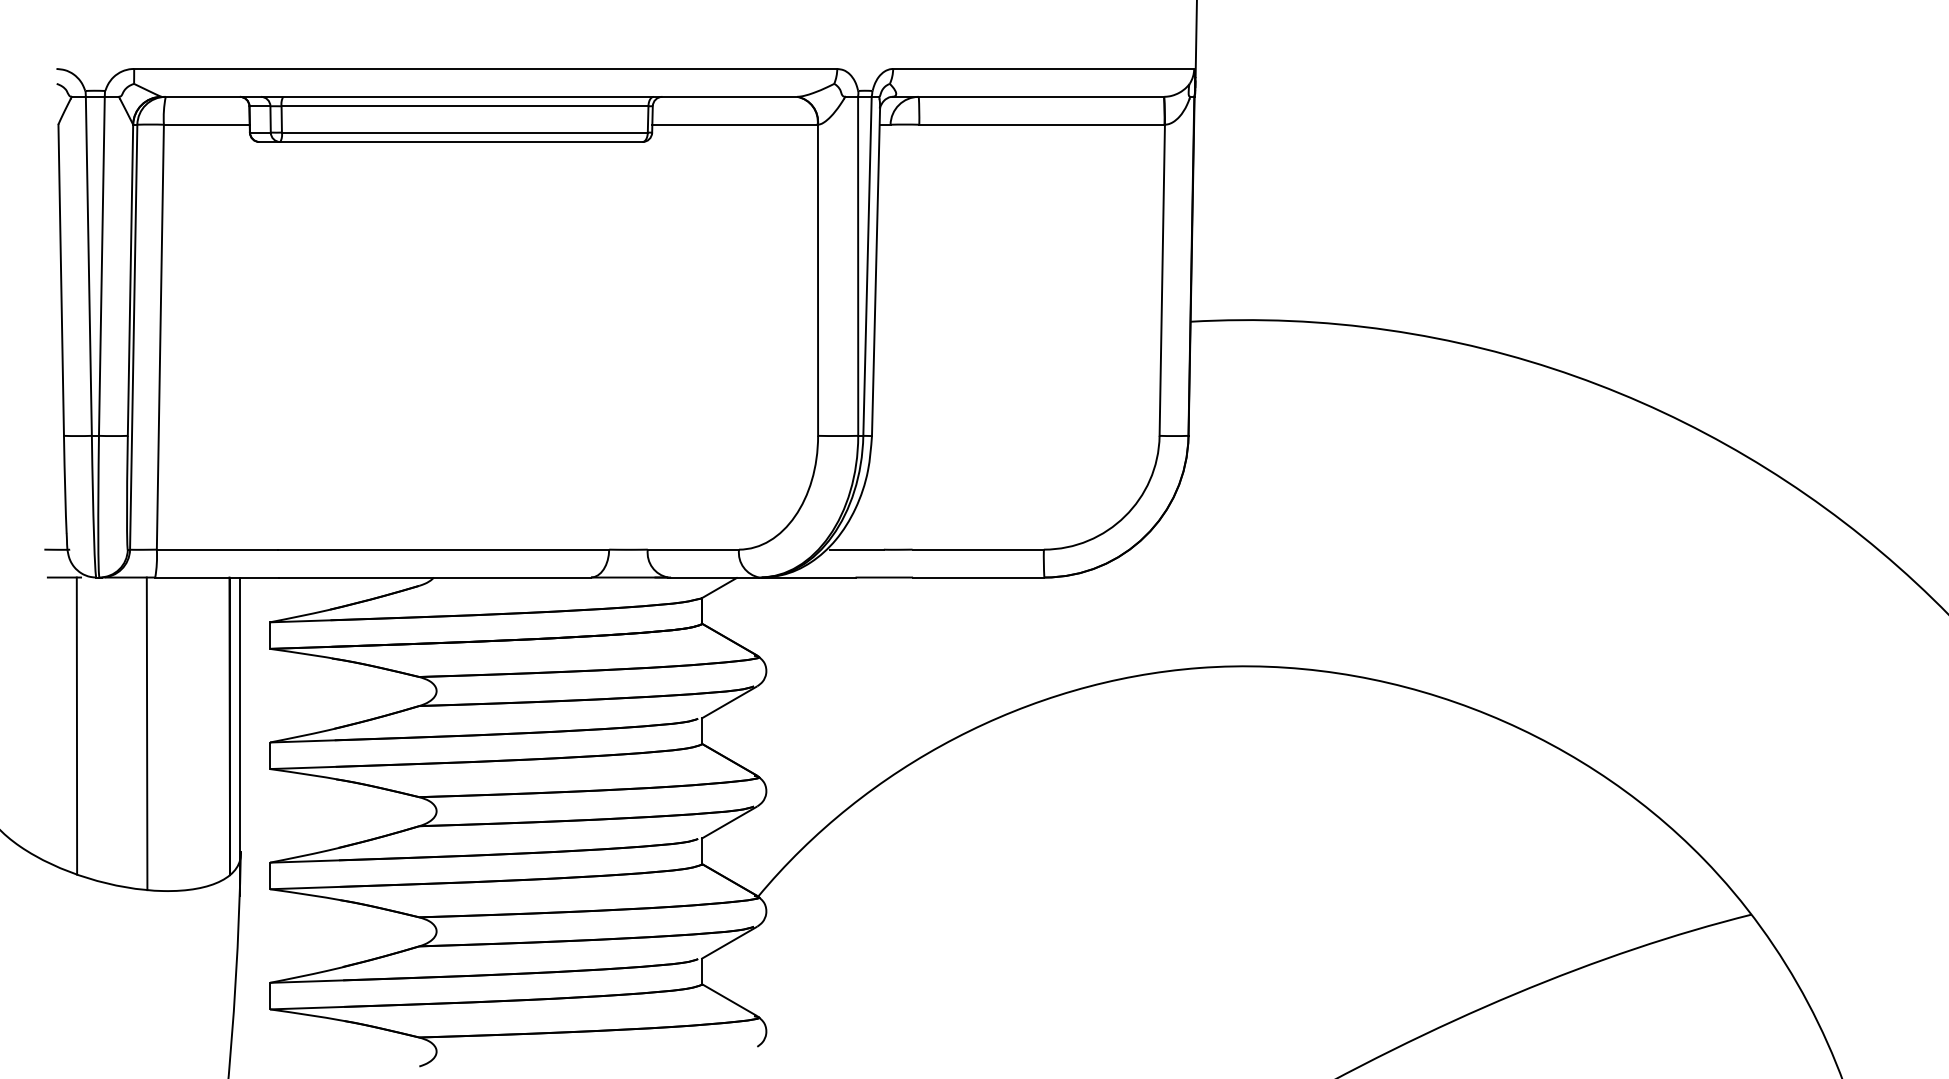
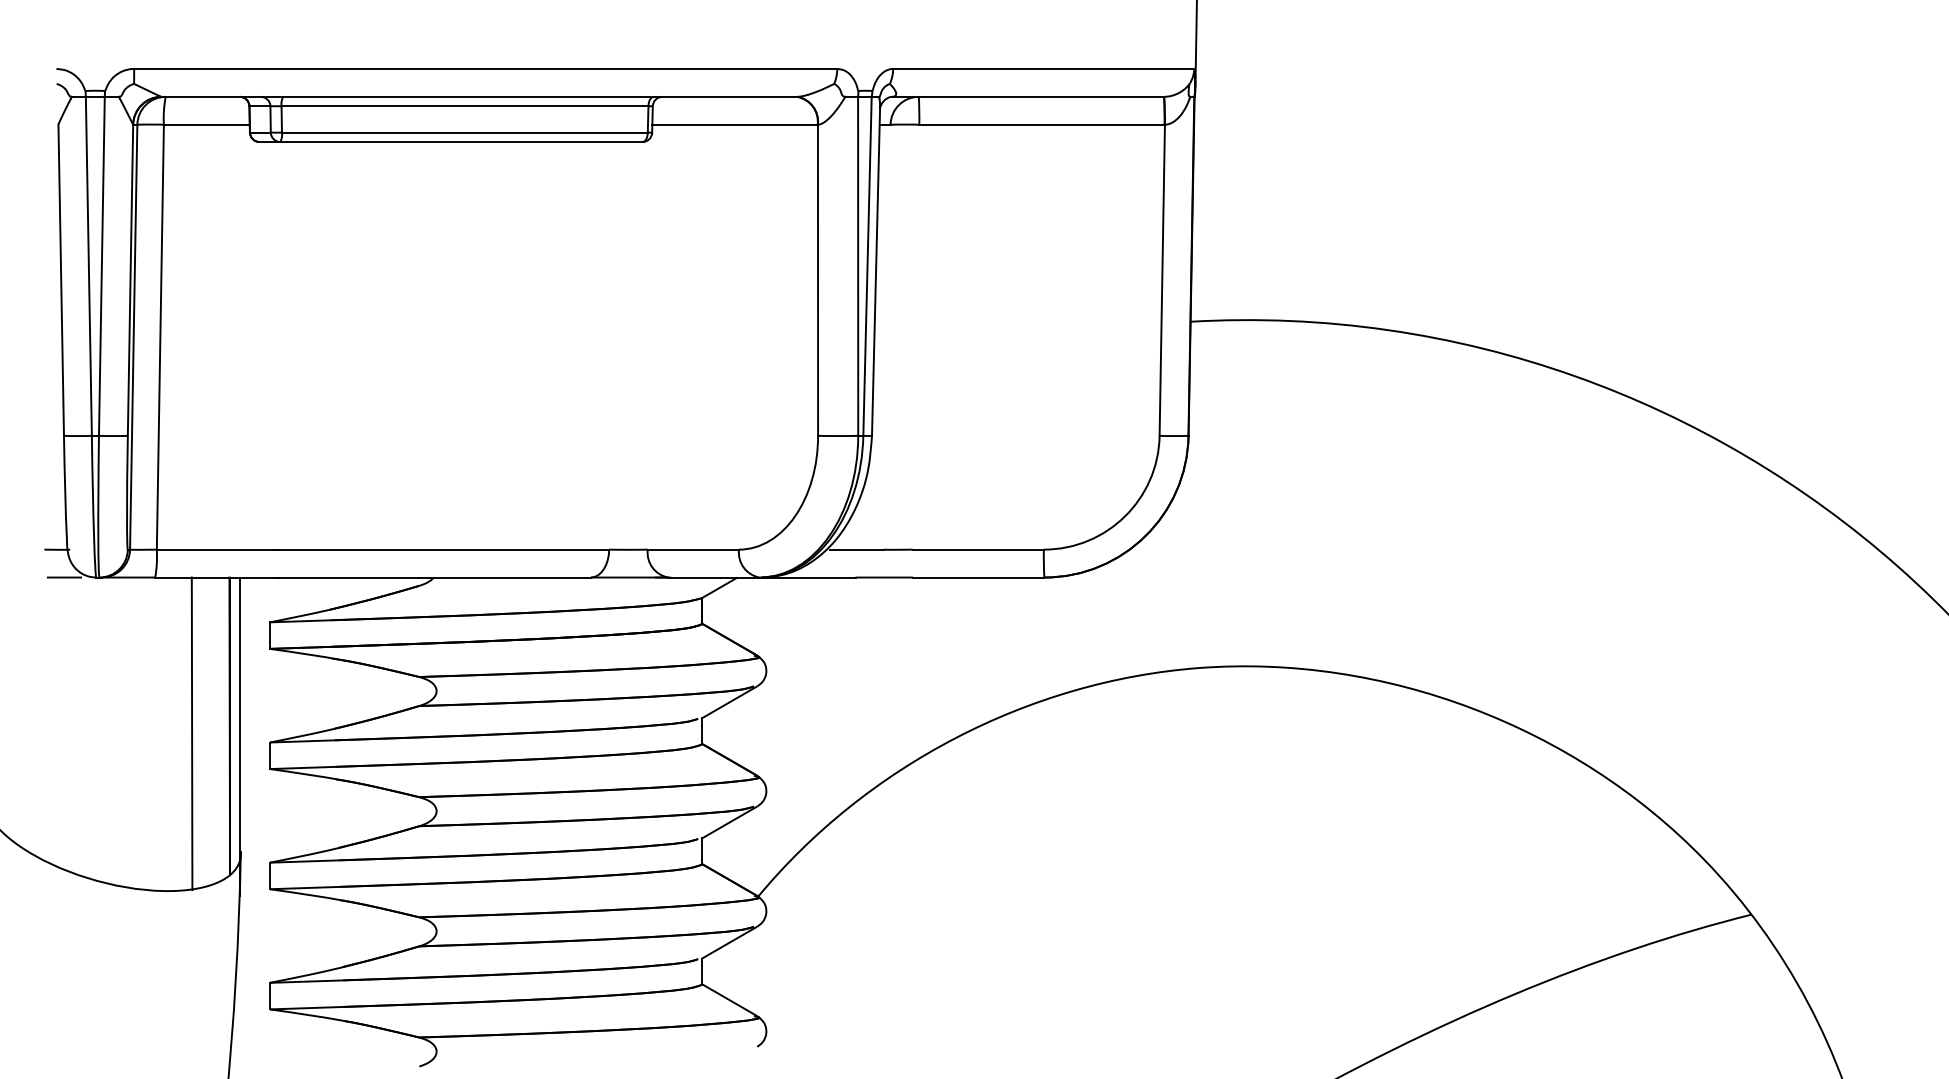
line at (76, 725): present -> none
line at (146, 733) position: (146, 733) -> (191, 733)
